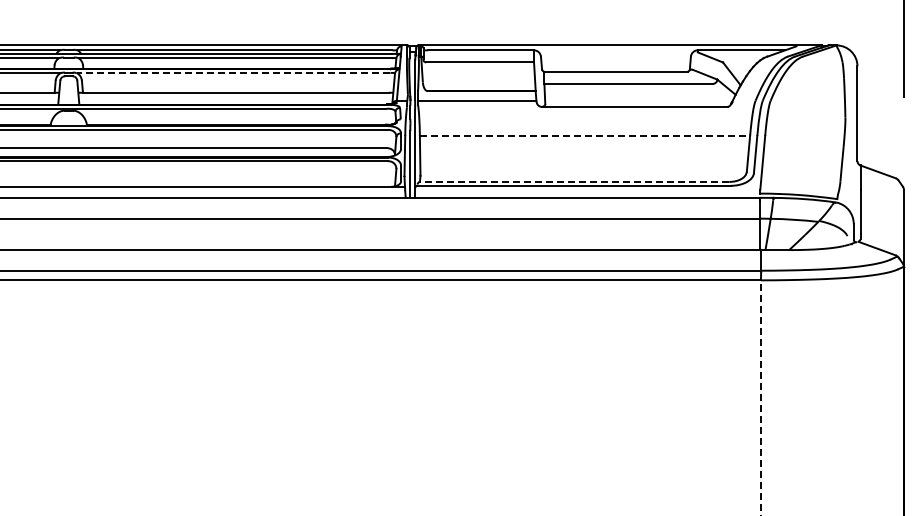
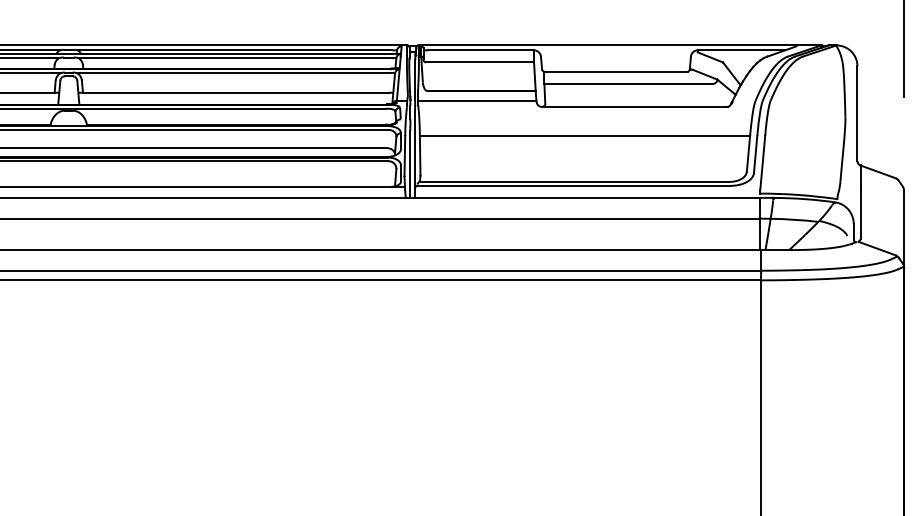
line at (233, 73): dashed -> solid
line at (585, 135): dashed -> solid
line at (574, 181): dashed -> solid
line at (761, 395): dashed -> solid
